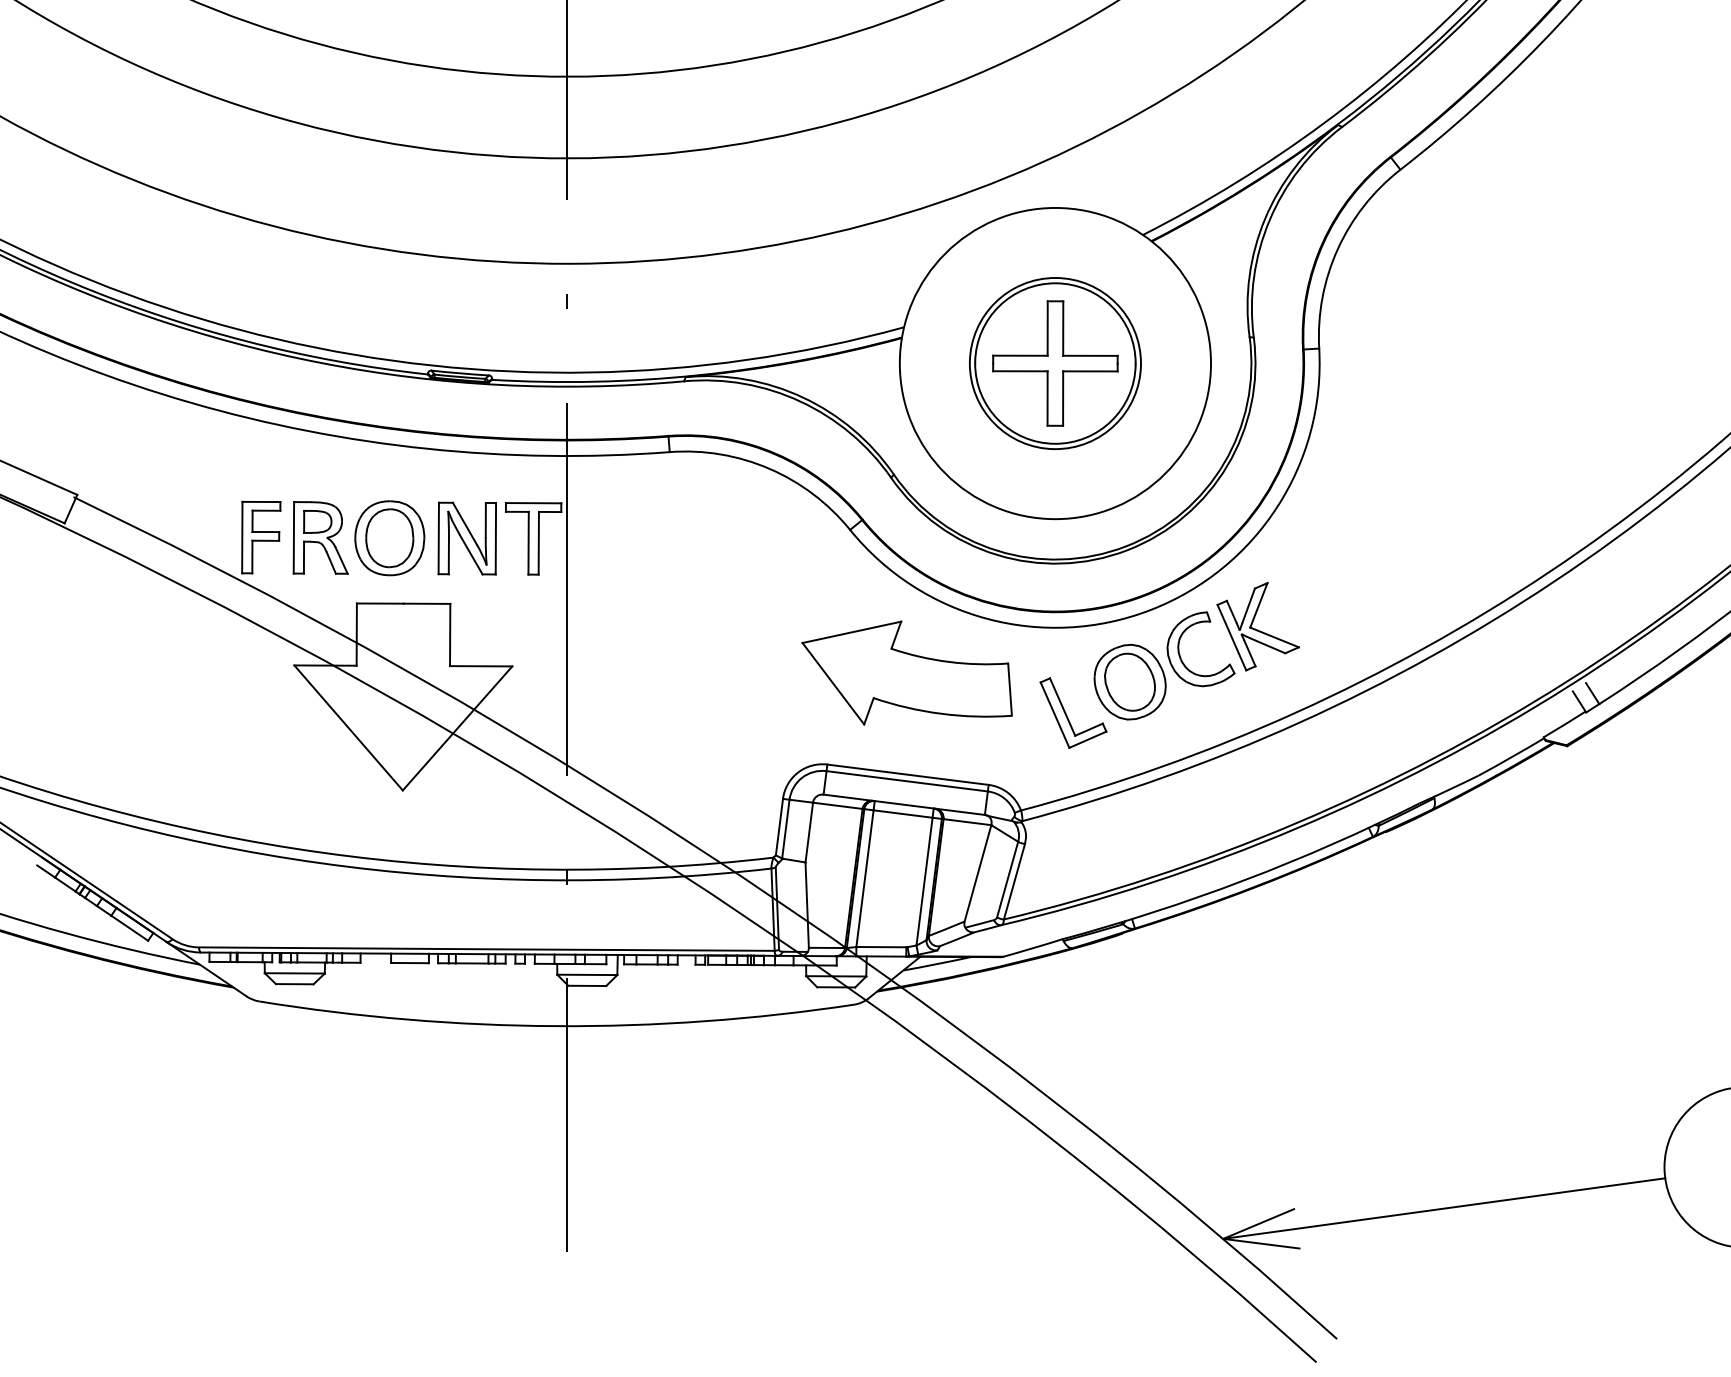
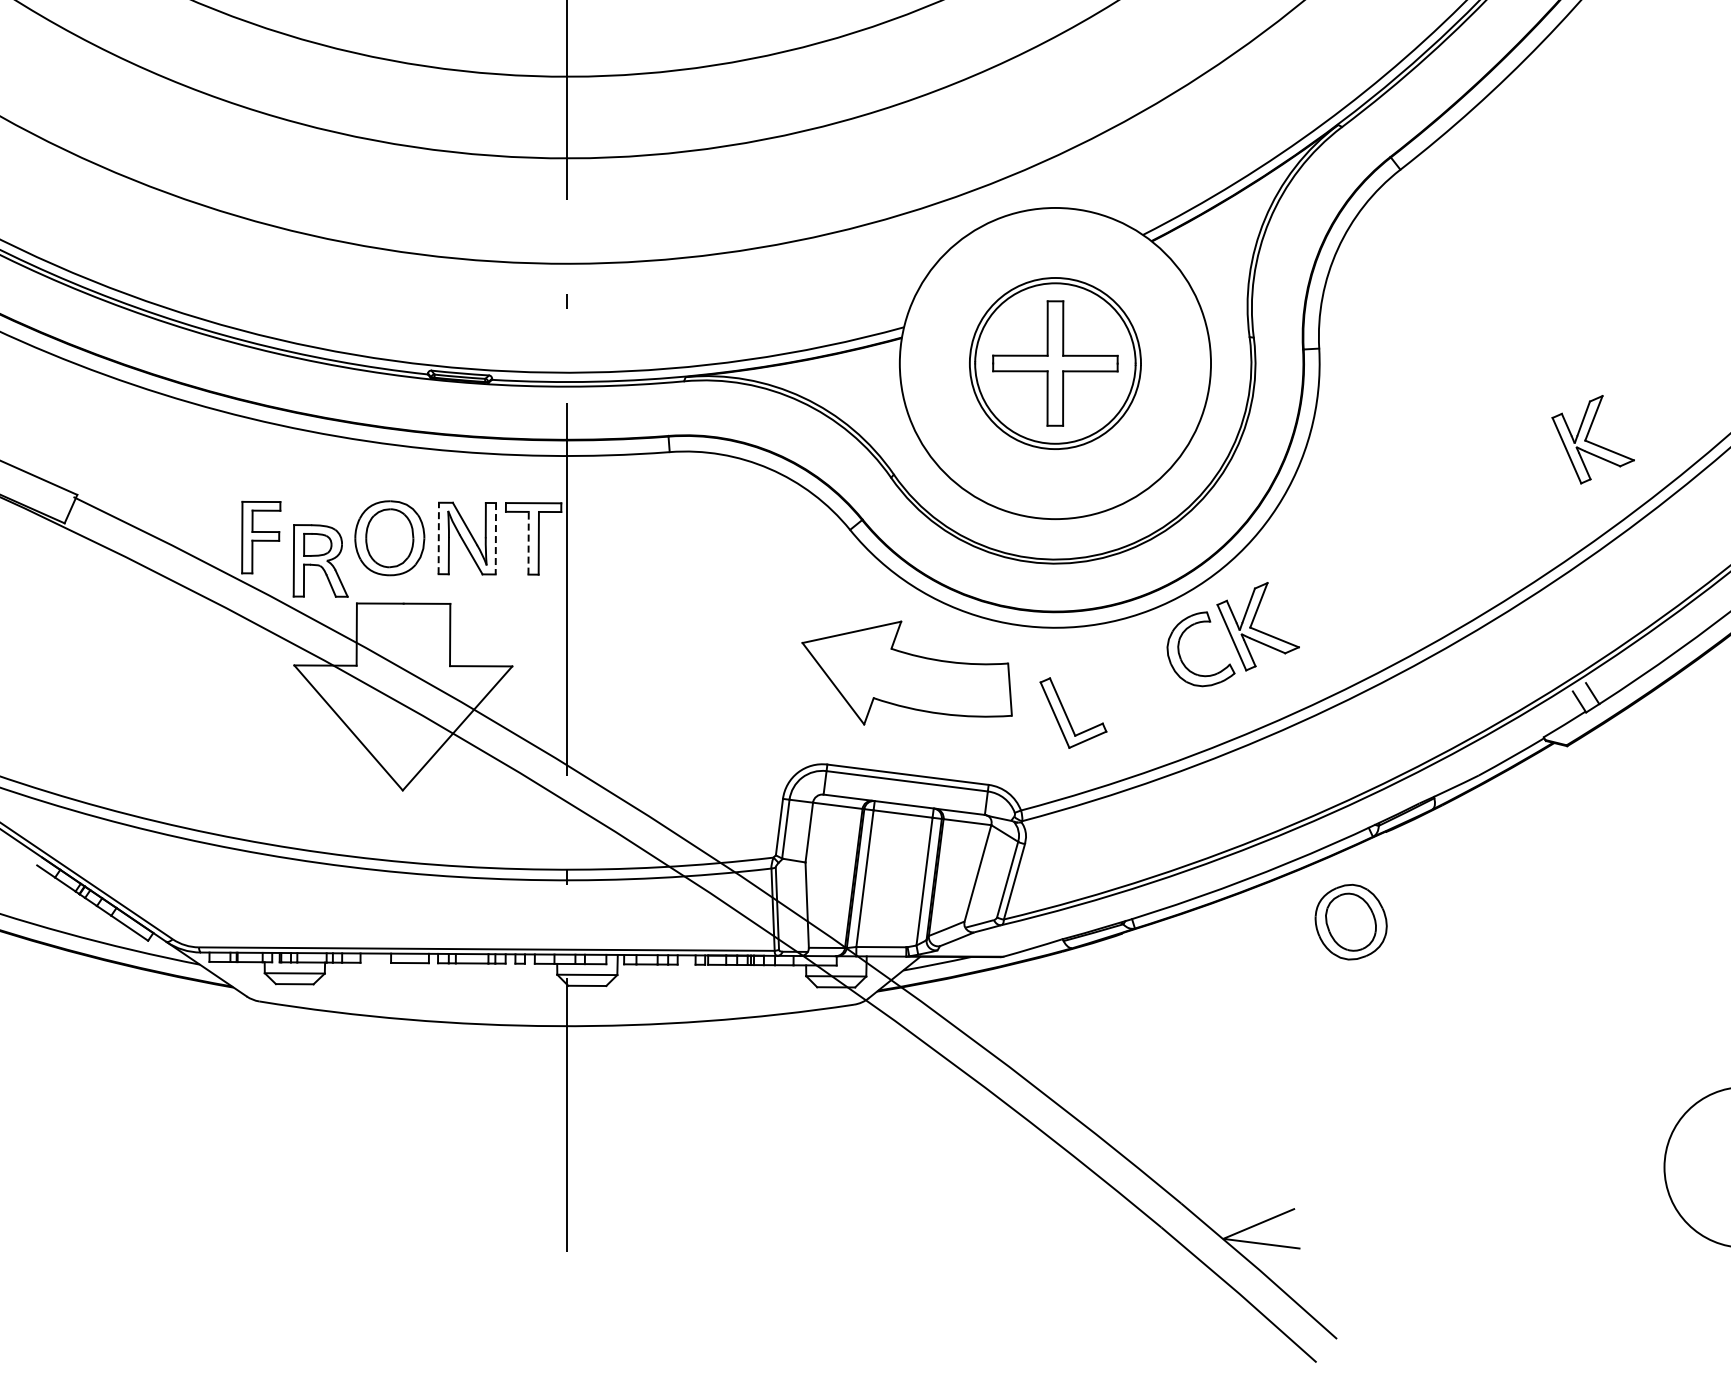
part at (1592, 439): none -> present
part at (320, 537) position: (320, 537) -> (320, 560)
line at (438, 538): solid -> dashed
line at (495, 538): solid -> dashed
line at (528, 542): solid -> dashed
part at (1129, 681) position: (1129, 681) -> (1350, 921)
line at (1444, 1208): present -> none
